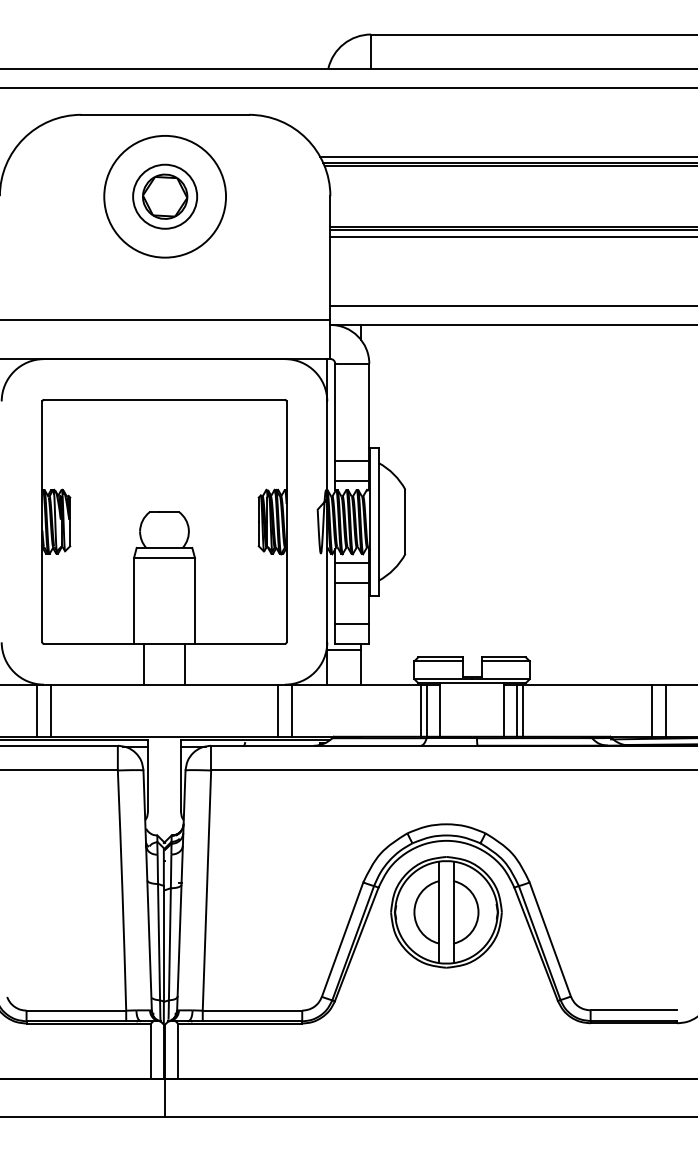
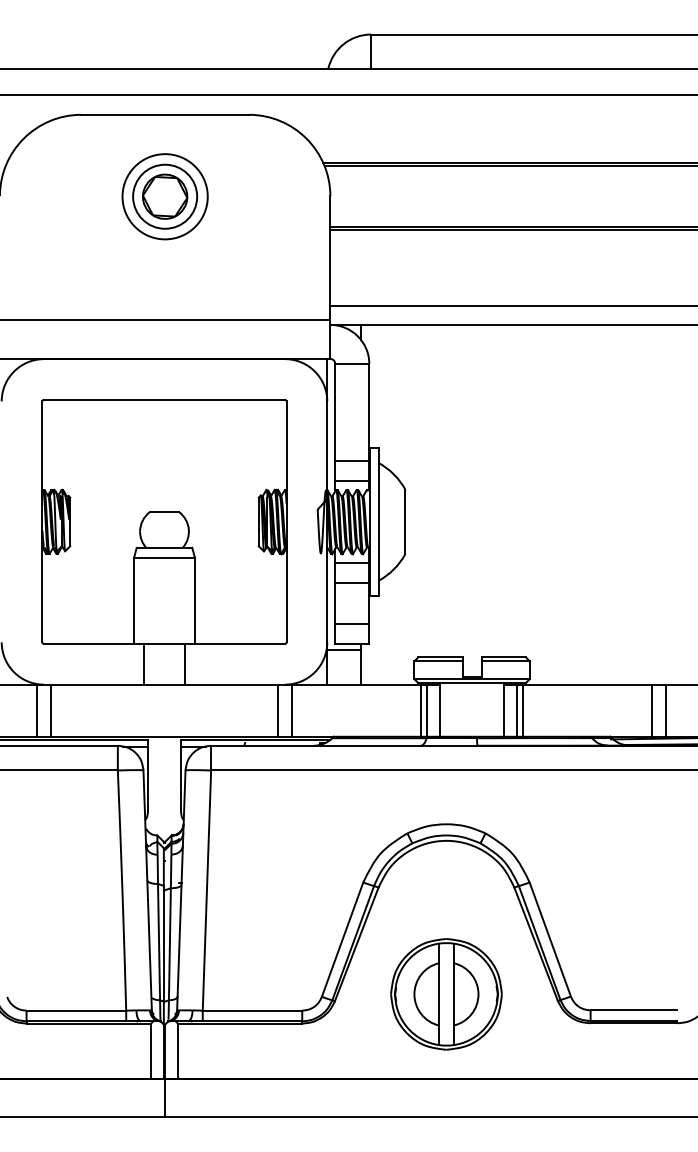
line at (348, 87) position: (348, 87) -> (348, 94)
line at (507, 156): present -> none
circle at (165, 196) diameter: 122 px -> 85 px
line at (512, 237): present -> none
part at (446, 912) position: (446, 912) -> (446, 994)
